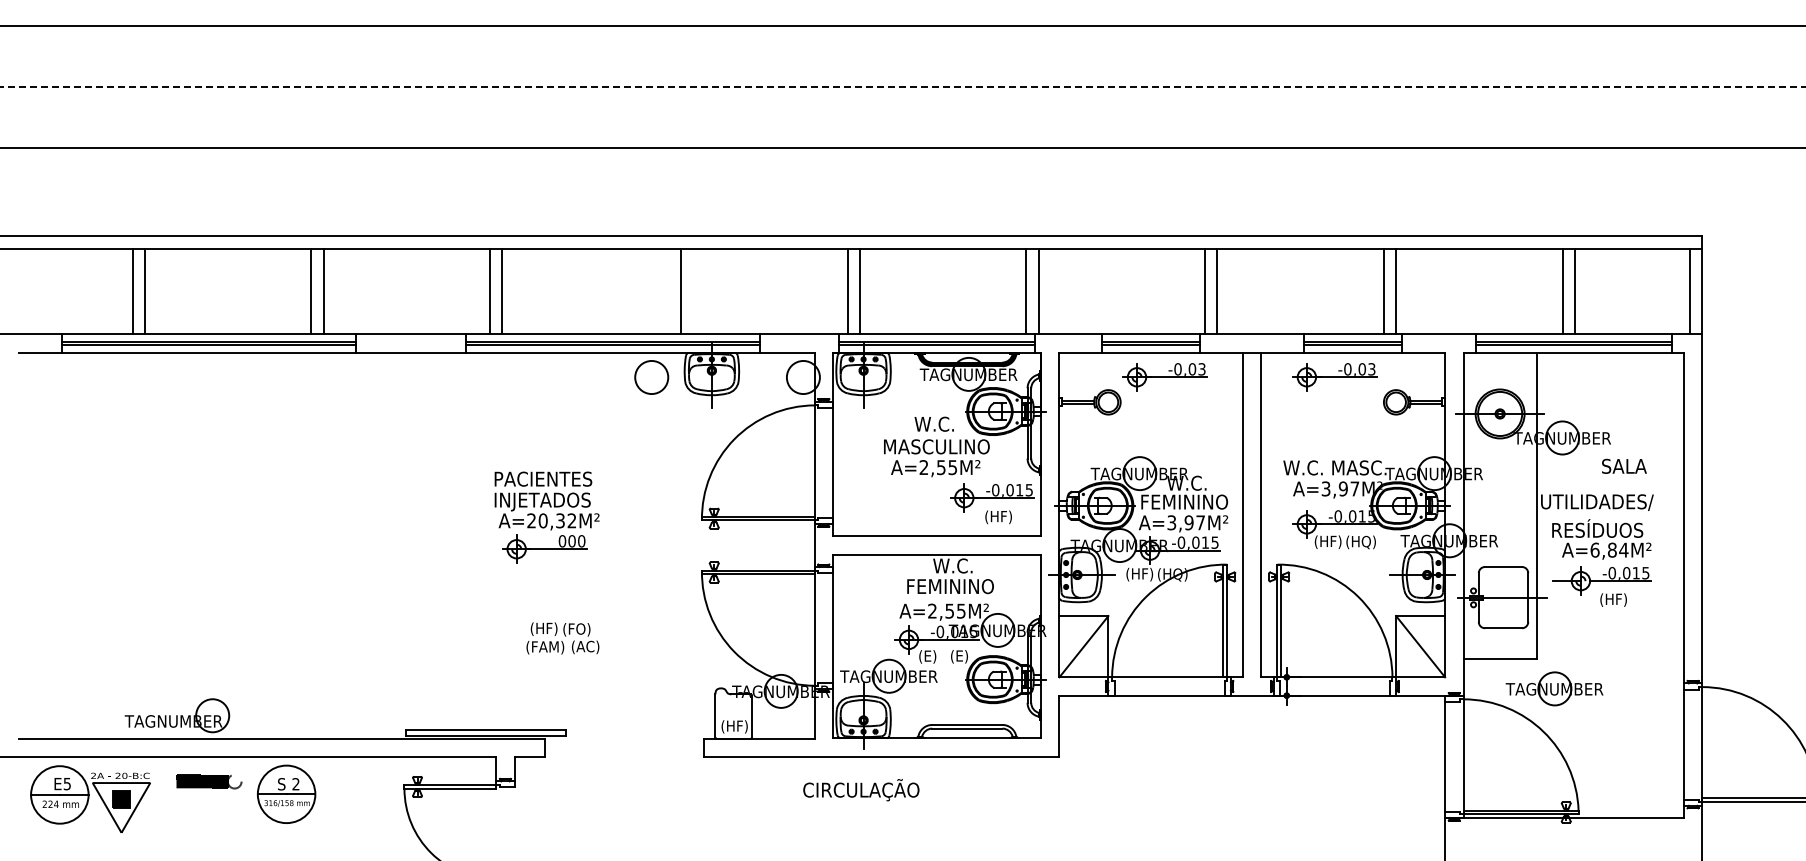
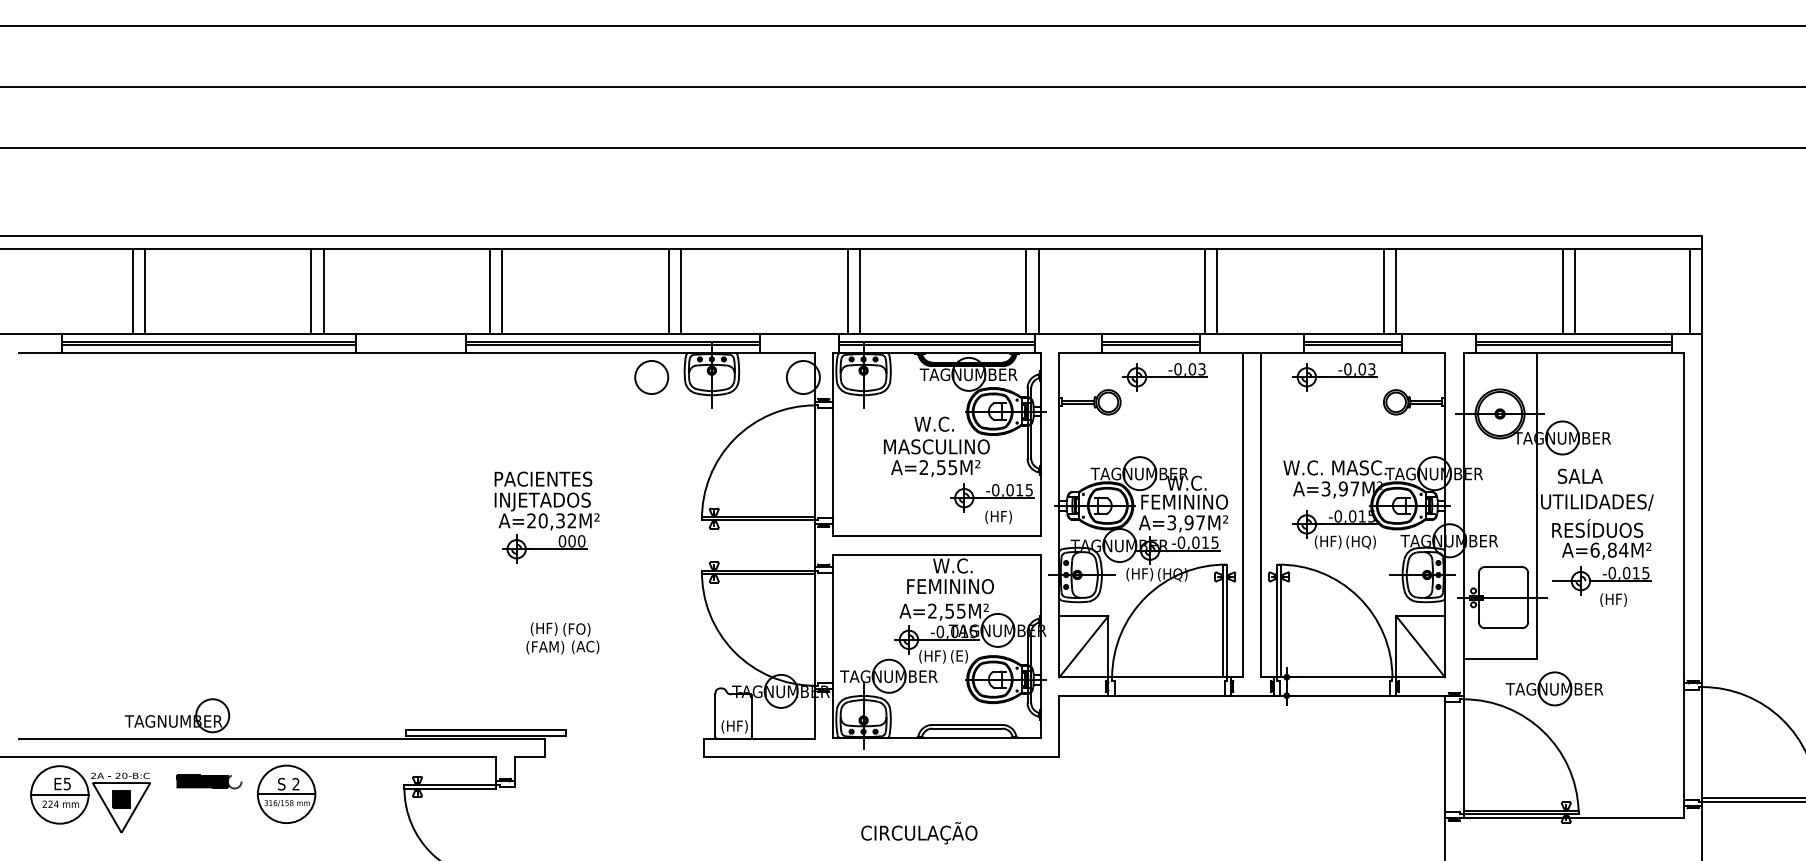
line at (903, 87): dashed -> solid
line at (668, 291): none -> present
text at (1624, 465) position: (1624, 465) -> (1580, 475)
text at (935, 656): (E) -> (HF)
text at (861, 790) position: (861, 790) -> (919, 833)
